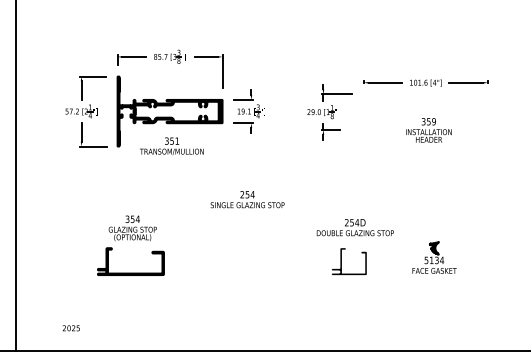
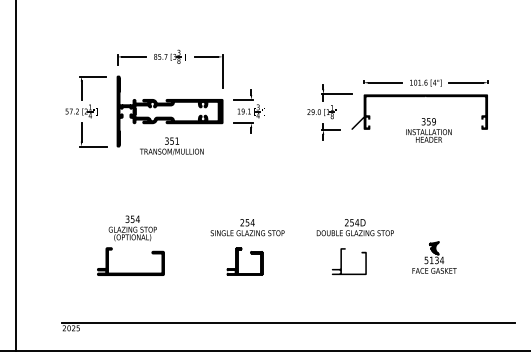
fill at (419, 111): none -> present
text at (247, 199) position: (247, 199) -> (247, 227)
part at (244, 261): none -> present
line at (288, 323): none -> present
